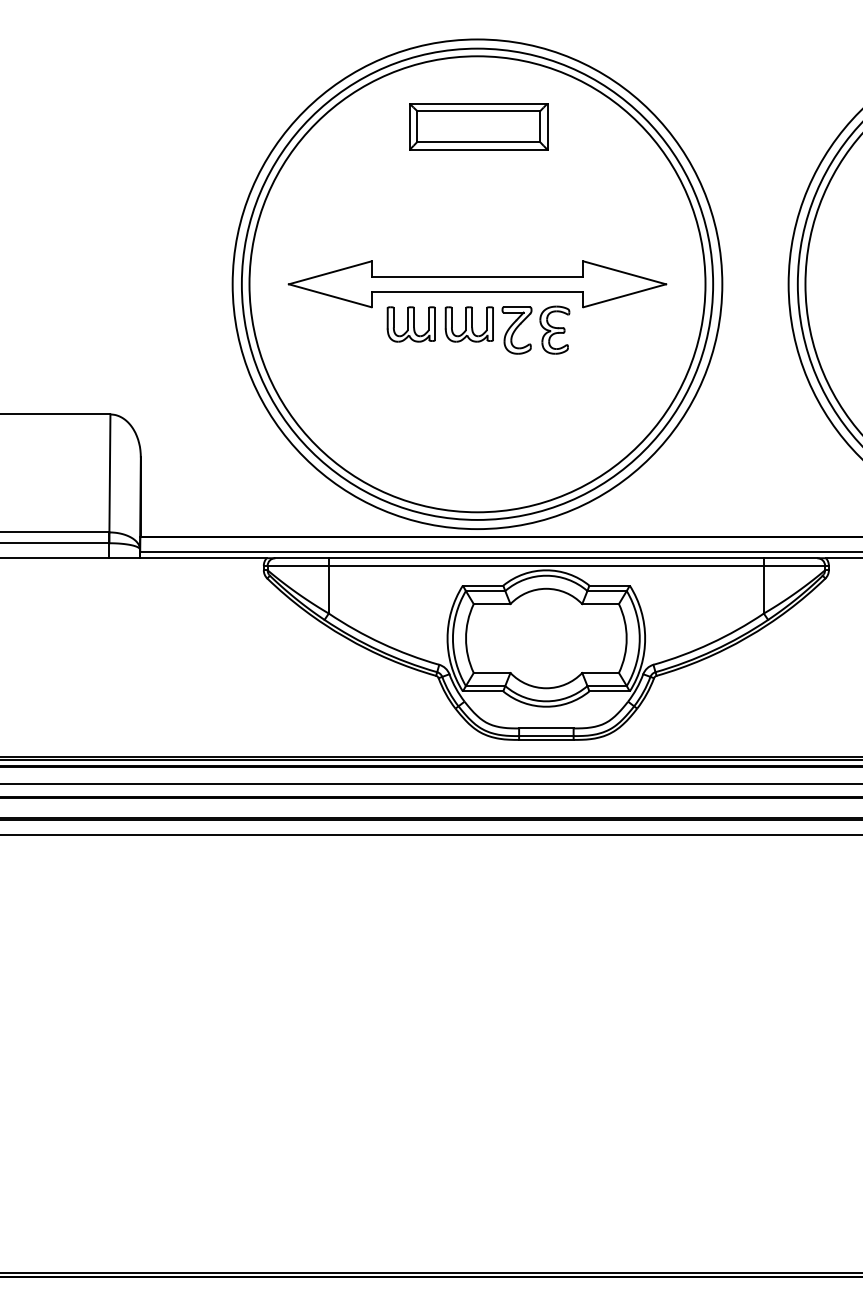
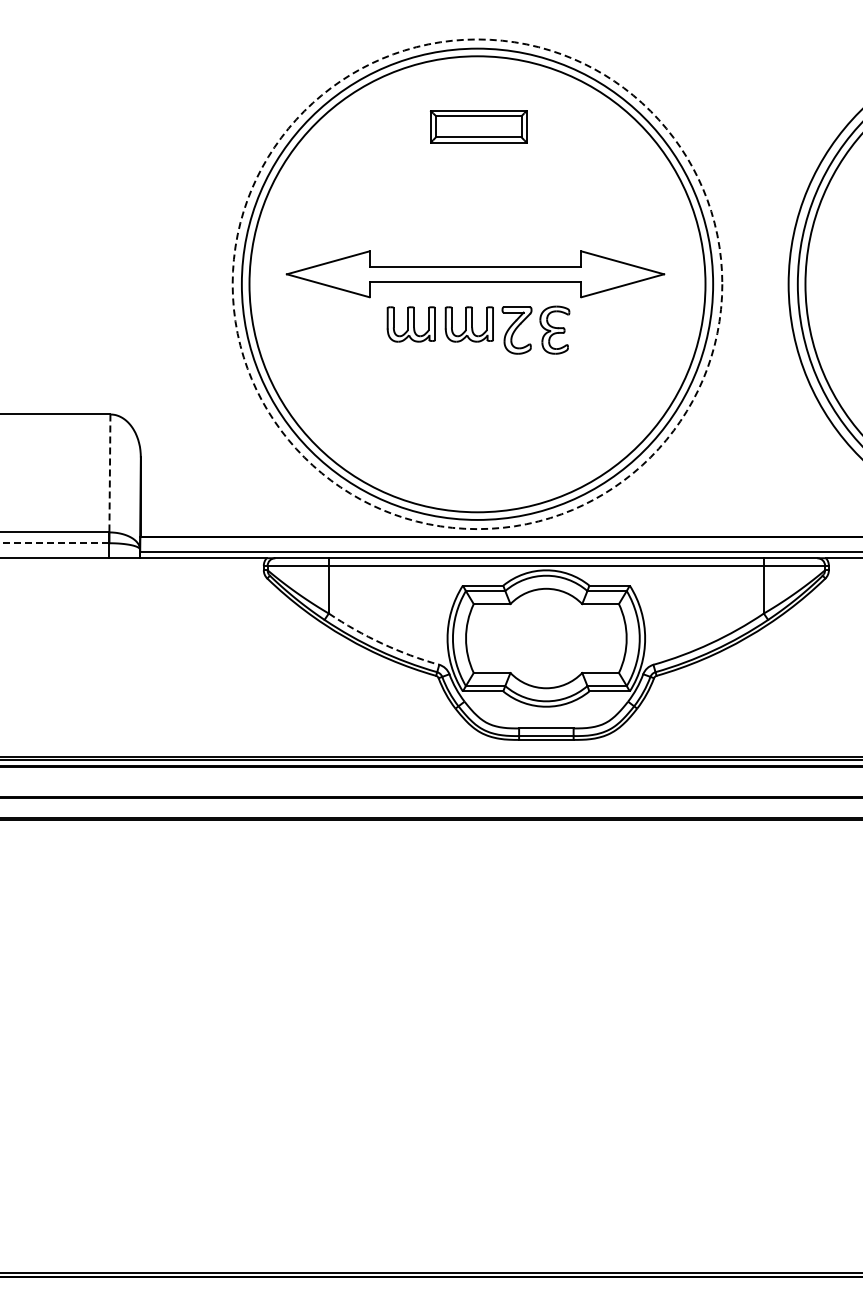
part at (478, 126) size: 140x48 px -> 98x34 px
circle at (477, 284): solid -> dashed
part at (477, 284) position: (477, 284) -> (475, 274)
line at (109, 473): solid -> dashed
line at (54, 543): solid -> dashed
arc at (382, 643): solid -> dashed
line at (430, 783): present -> none
line at (430, 834): present -> none
